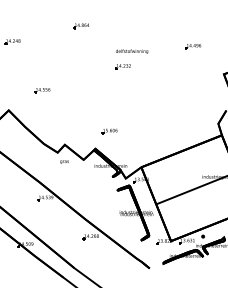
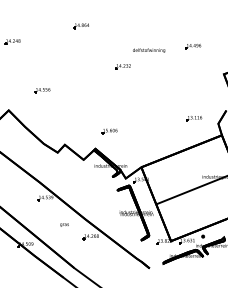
text at (132, 51) position: (132, 51) -> (149, 50)
part at (194, 118): none -> present
text at (64, 161) position: (64, 161) -> (64, 224)
